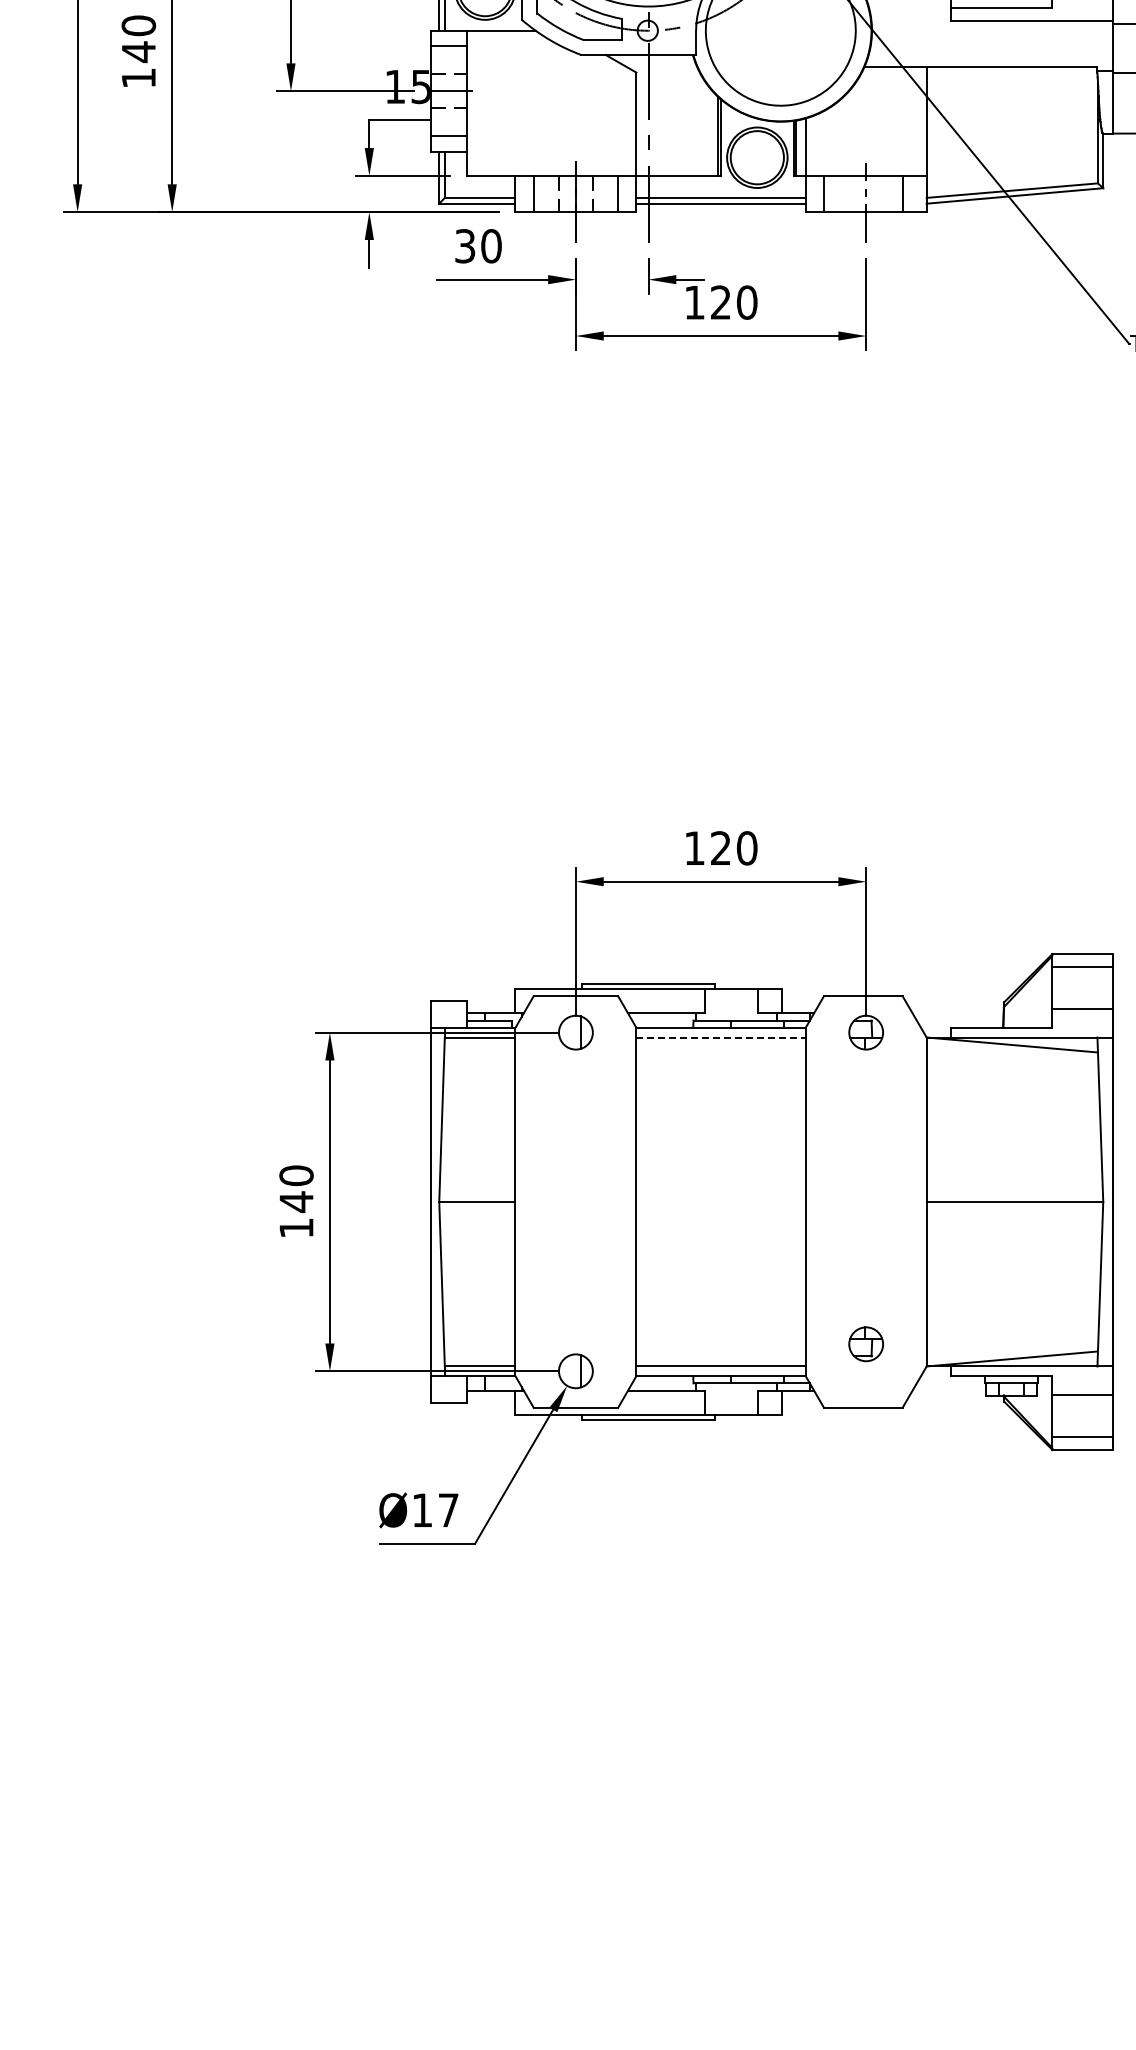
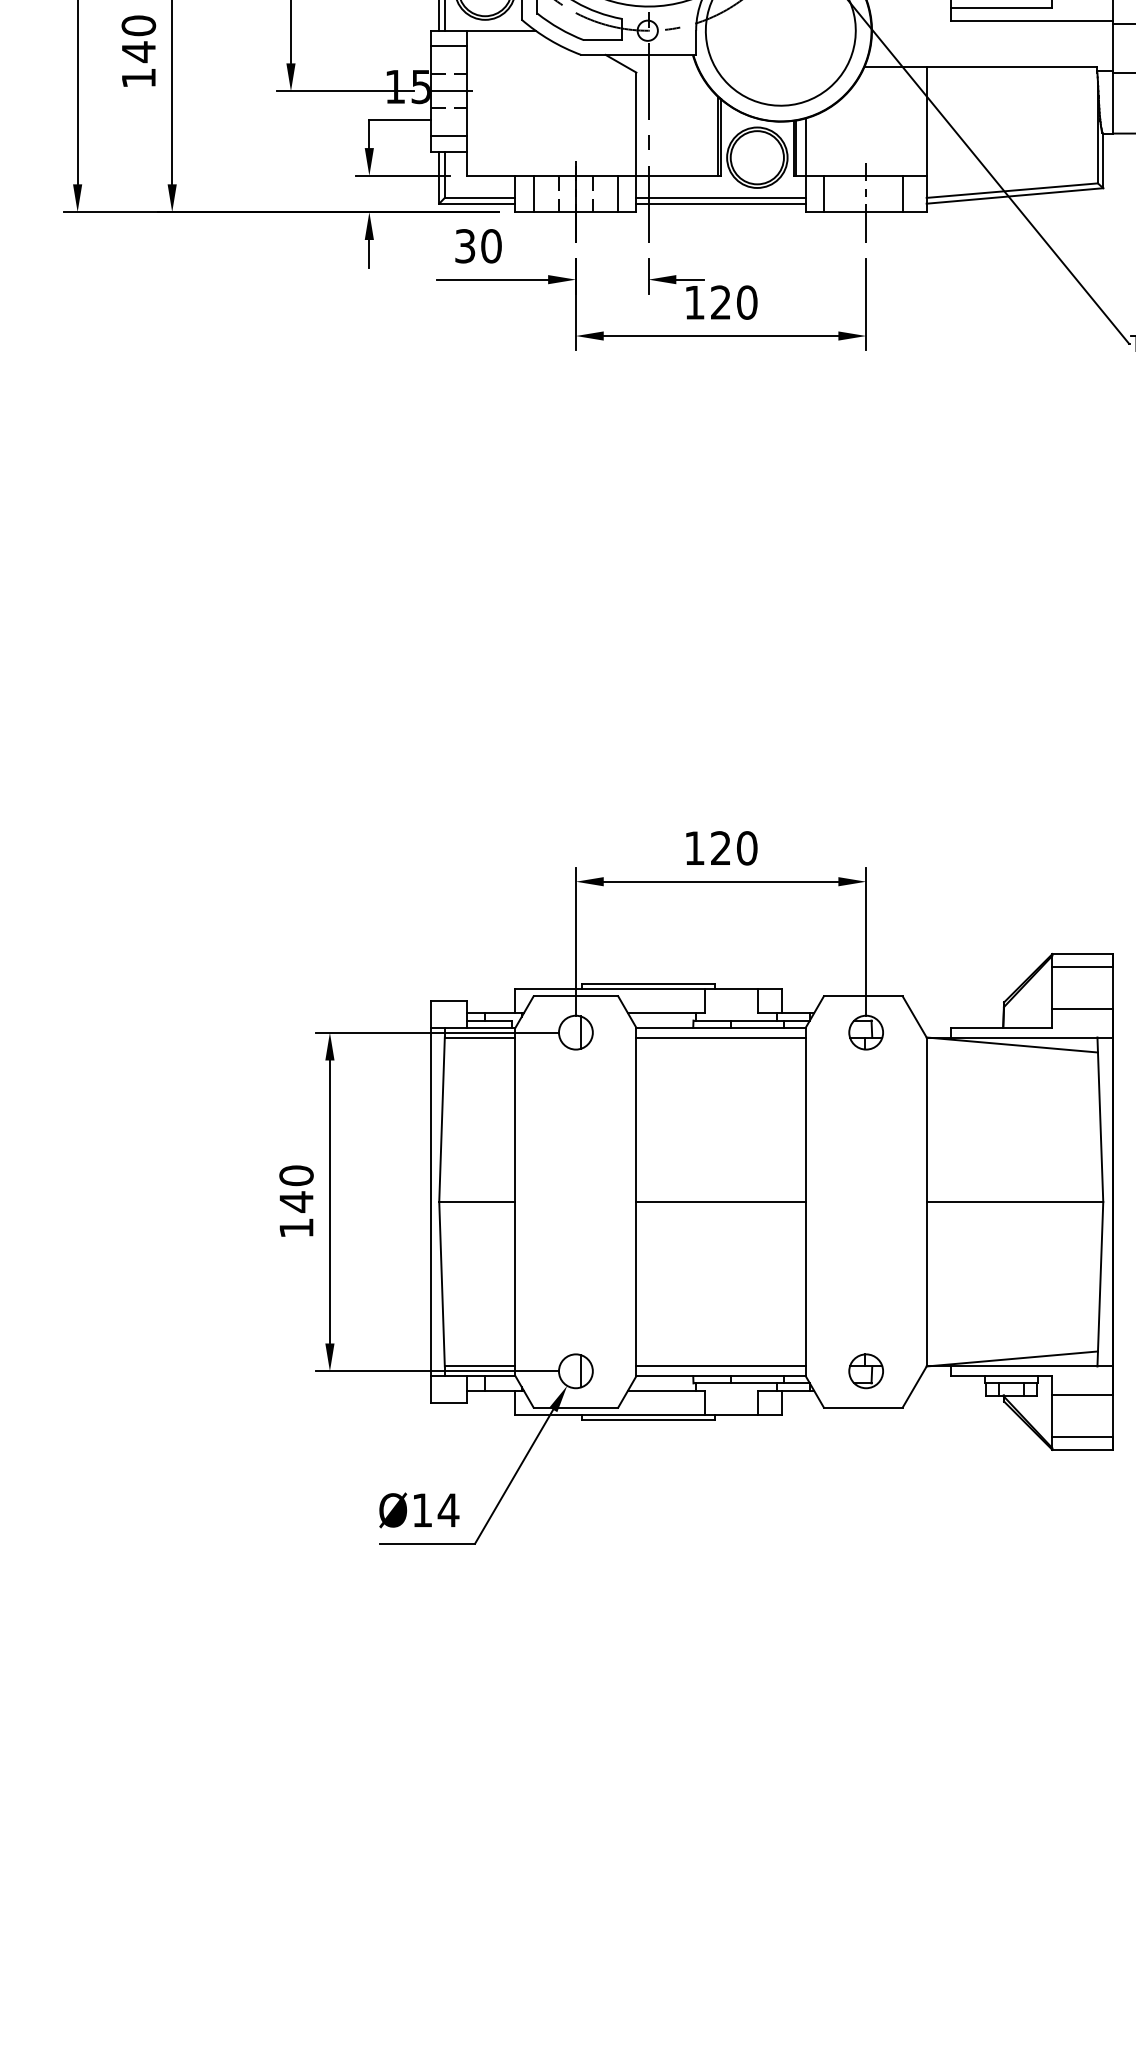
line at (721, 1037): dashed -> solid
line at (720, 1201): none -> present
part at (865, 1344) position: (865, 1344) -> (865, 1371)
text at (448, 1509): Ø17 -> Ø14
